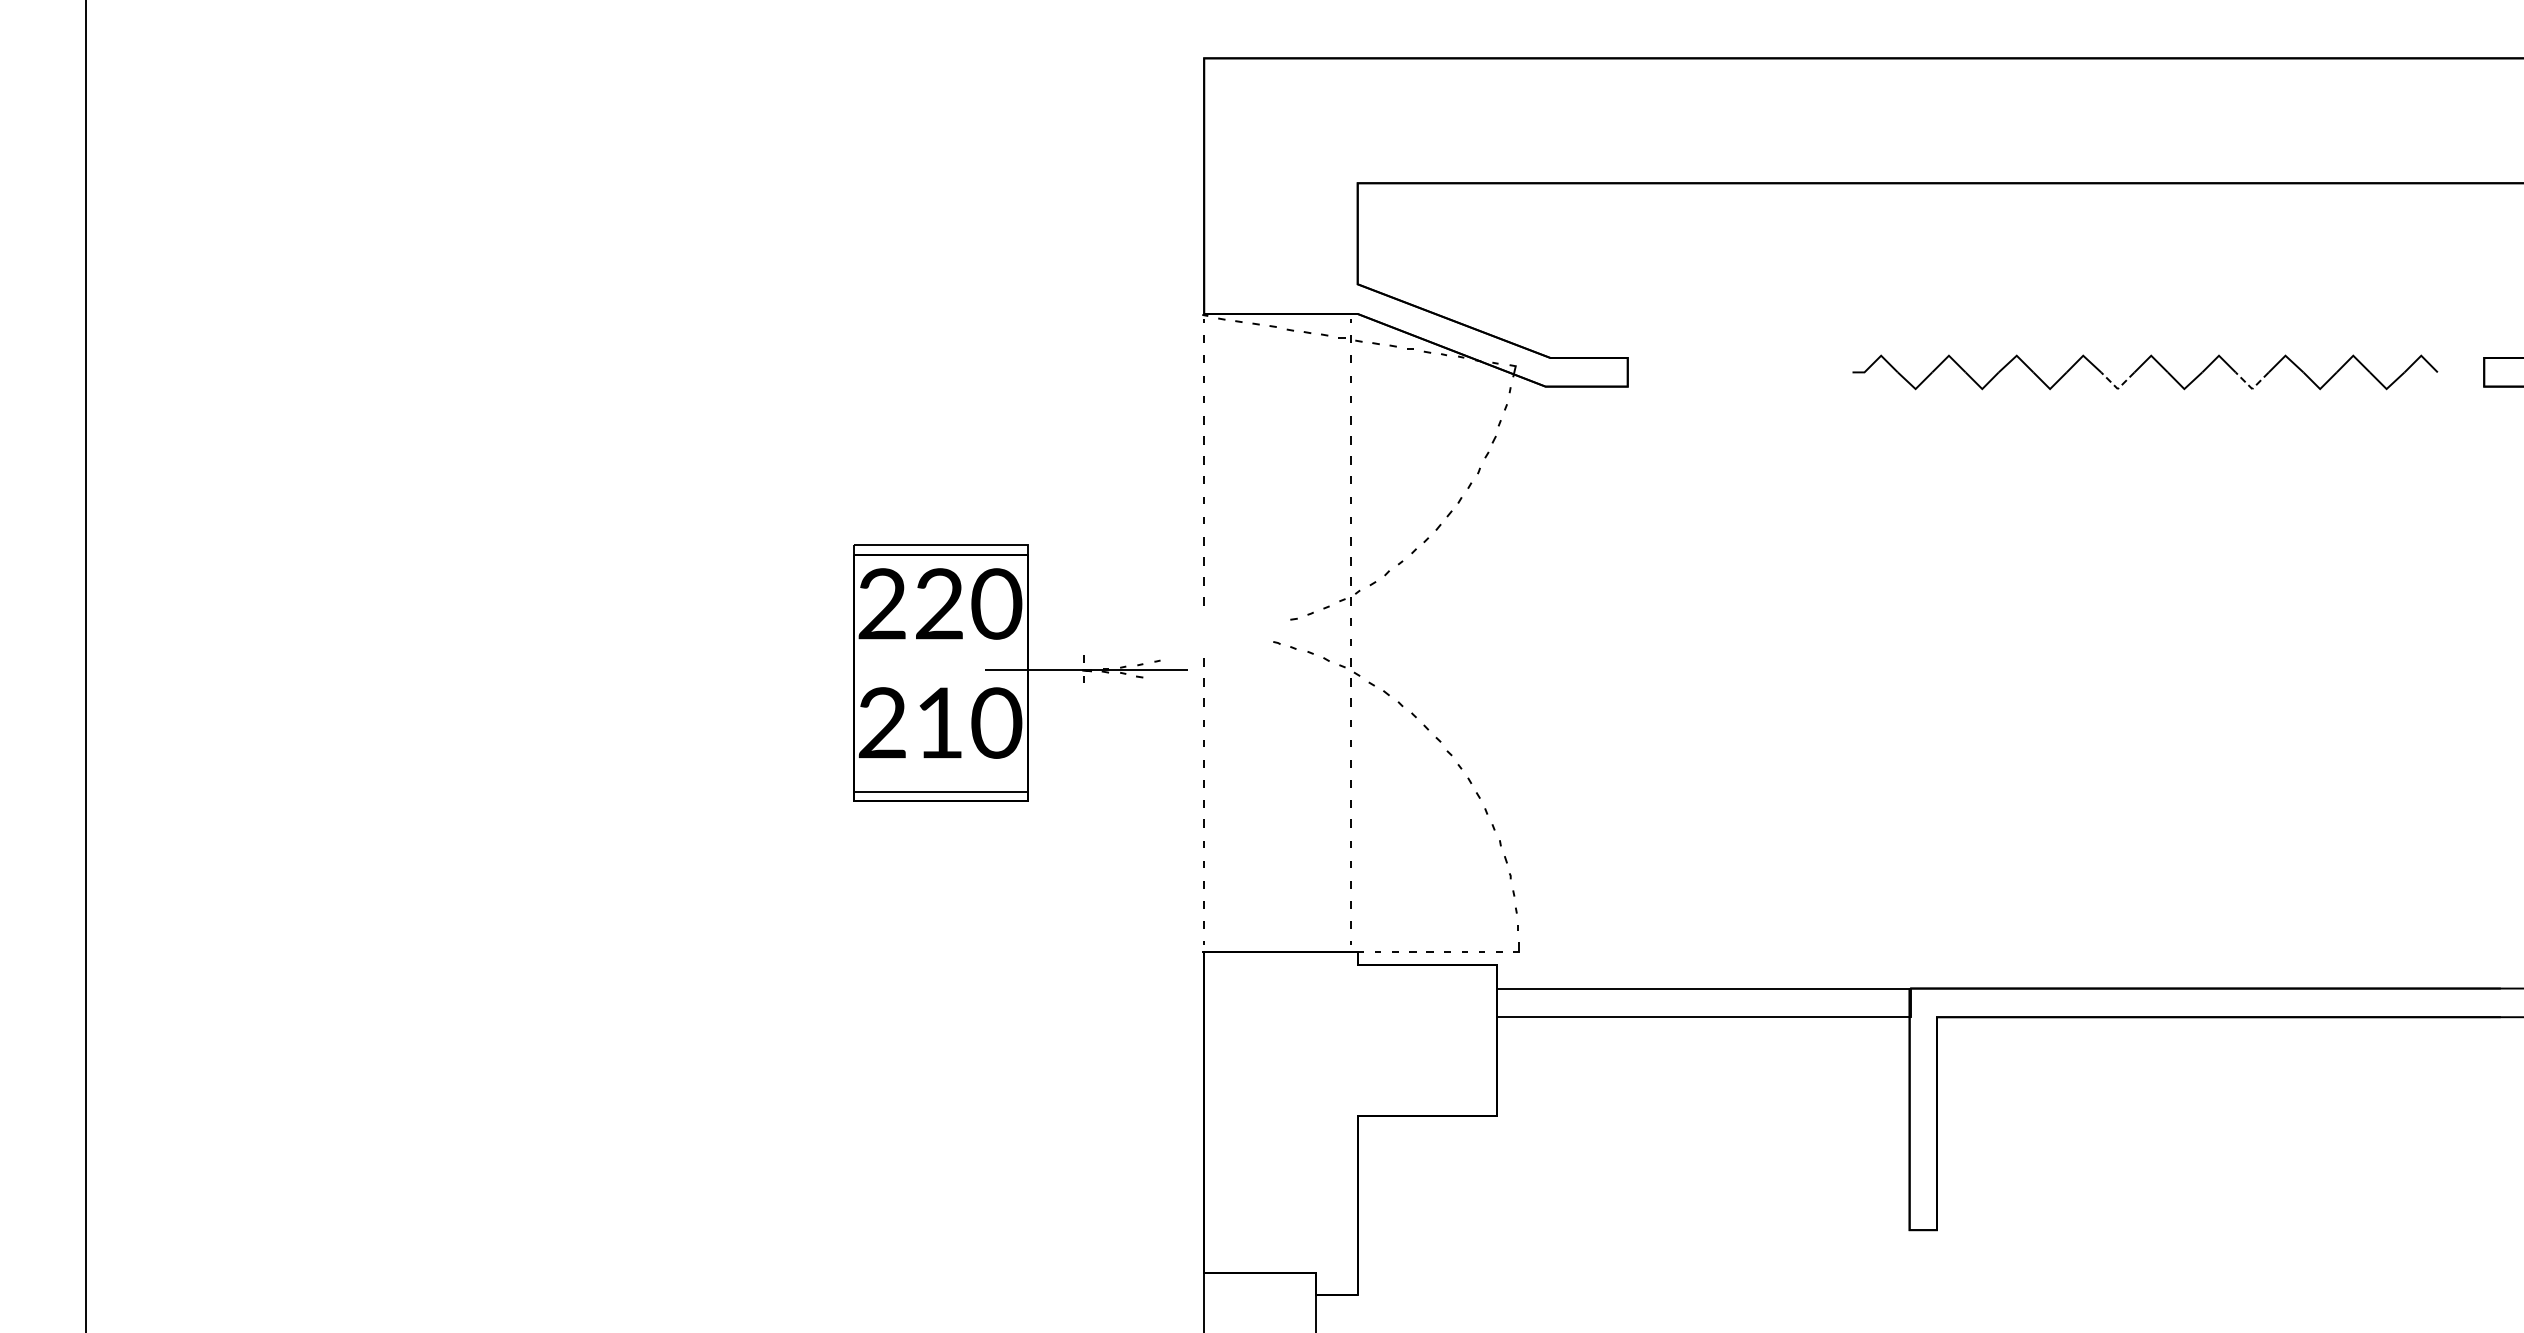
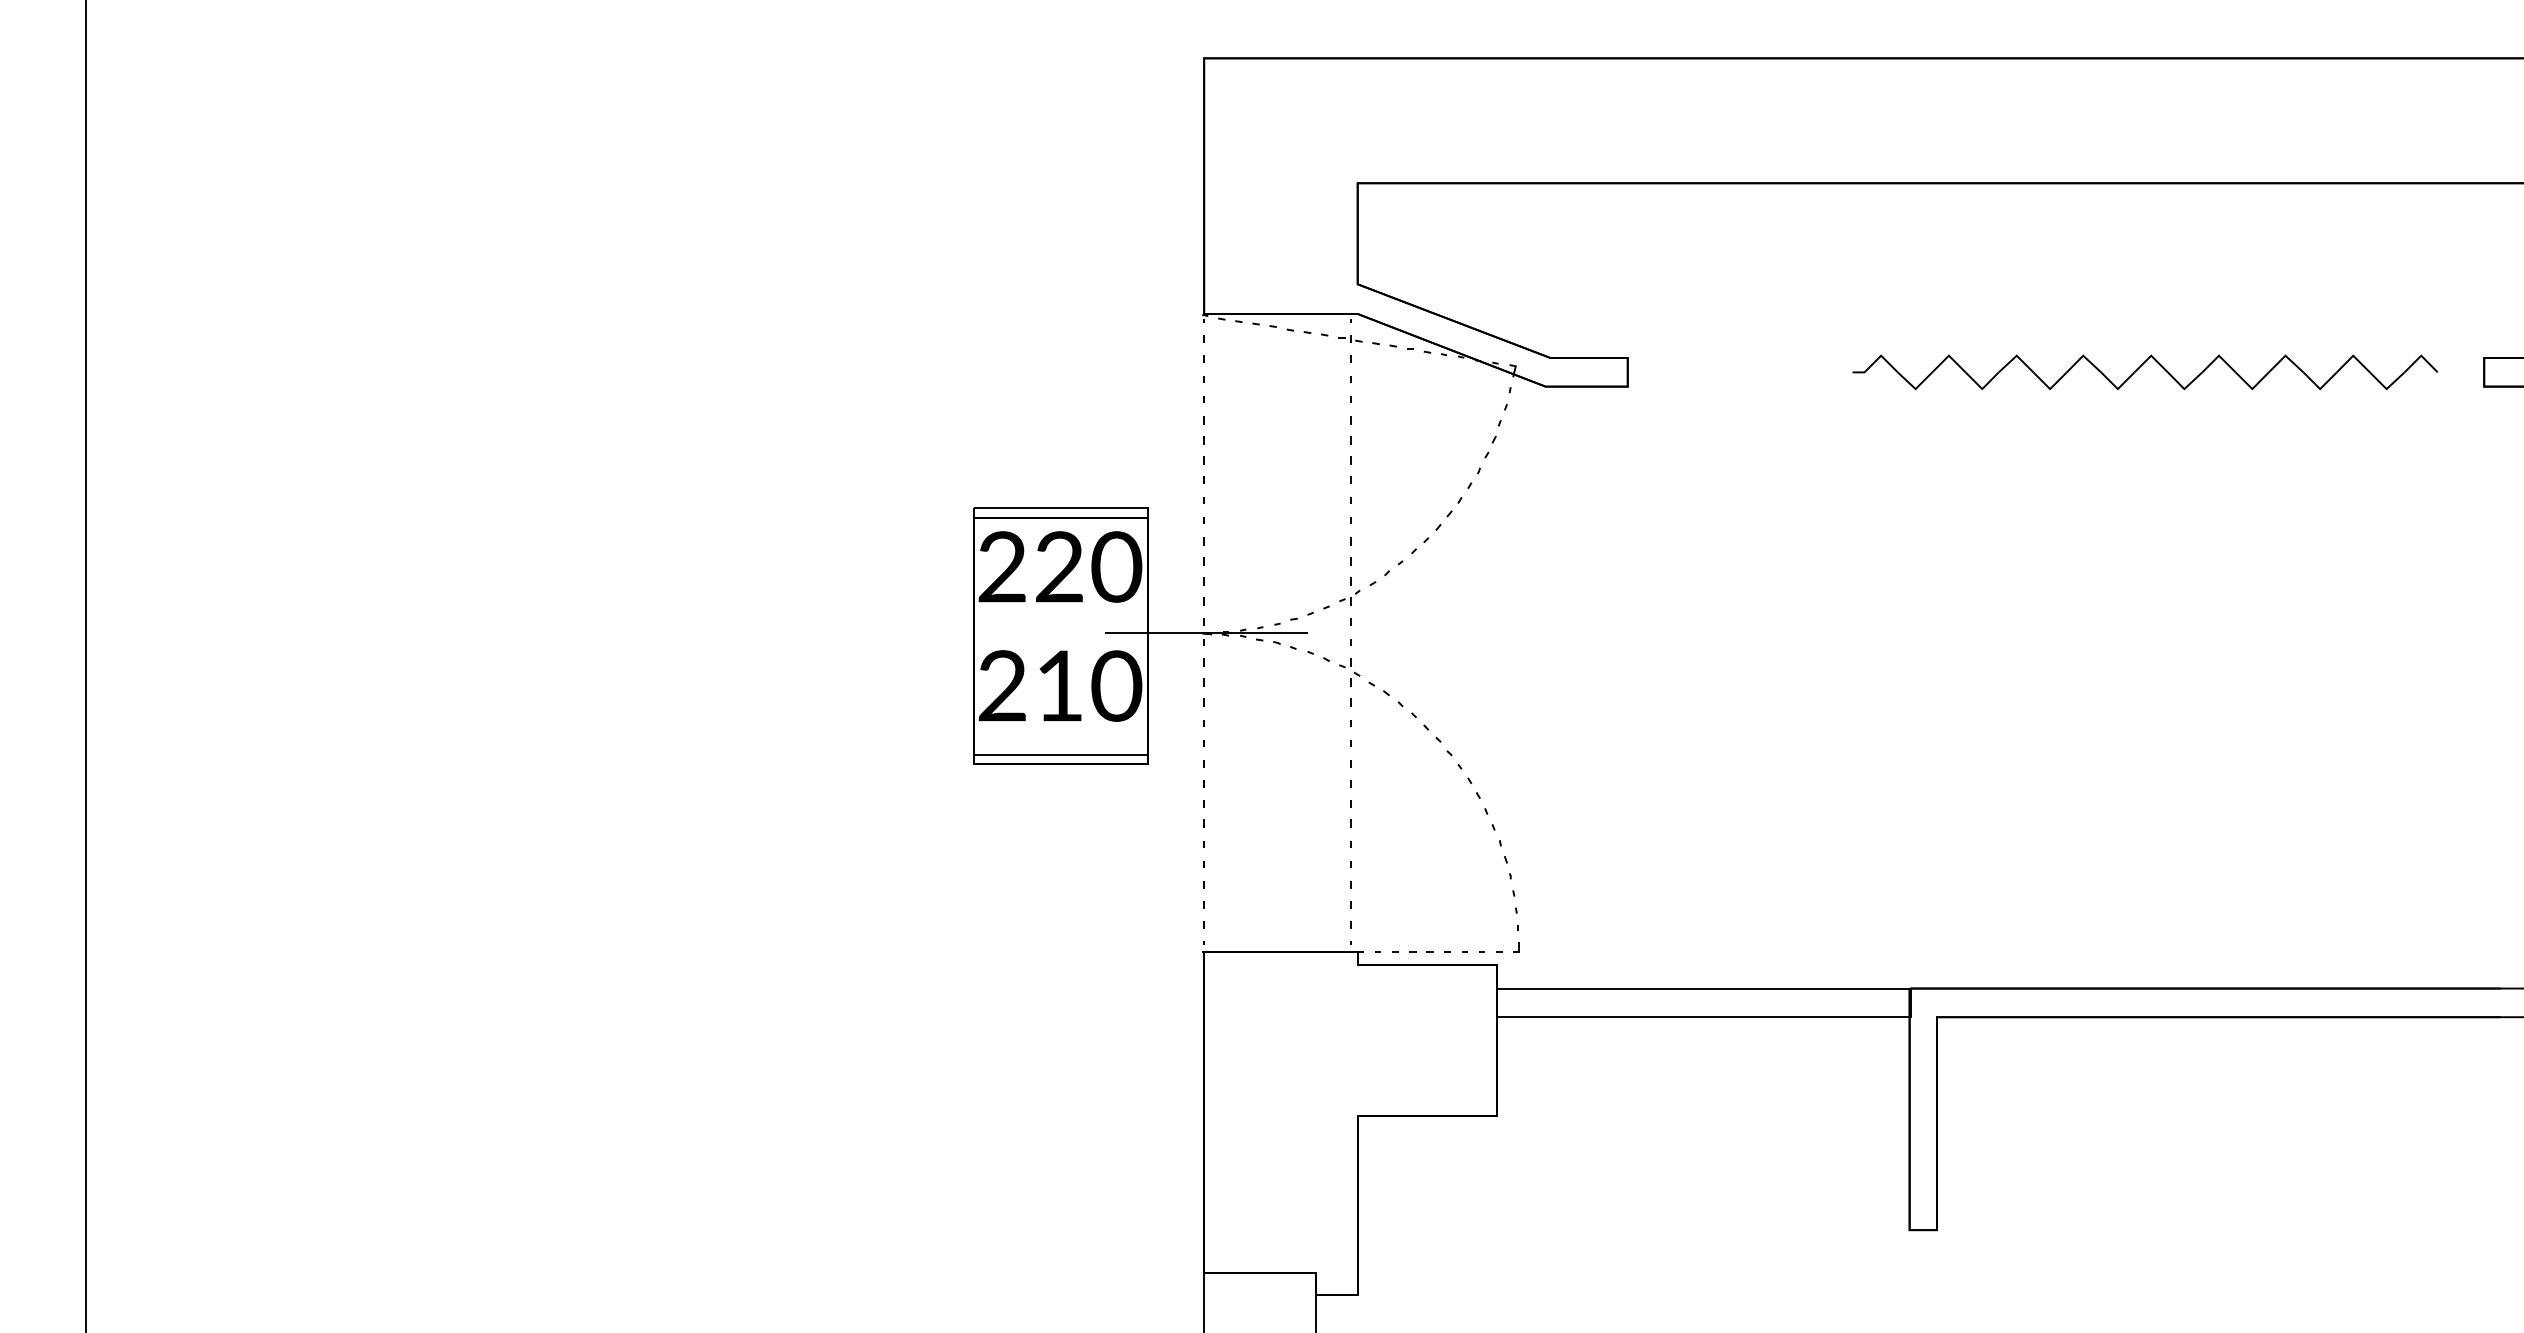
line at (2117, 389): dashed -> solid
line at (2252, 389): dashed -> solid
part at (1020, 672) position: (1020, 672) -> (1140, 635)
